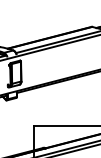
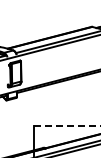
line at (67, 125): solid -> dashed
